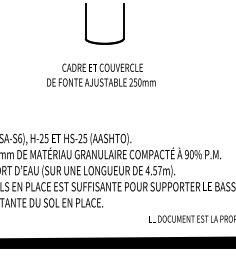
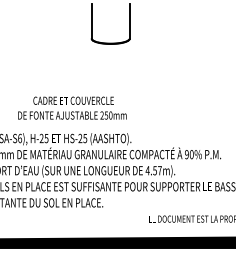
part at (86, 23) position: (86, 23) -> (92, 23)
text at (101, 74) position: (101, 74) -> (72, 107)
